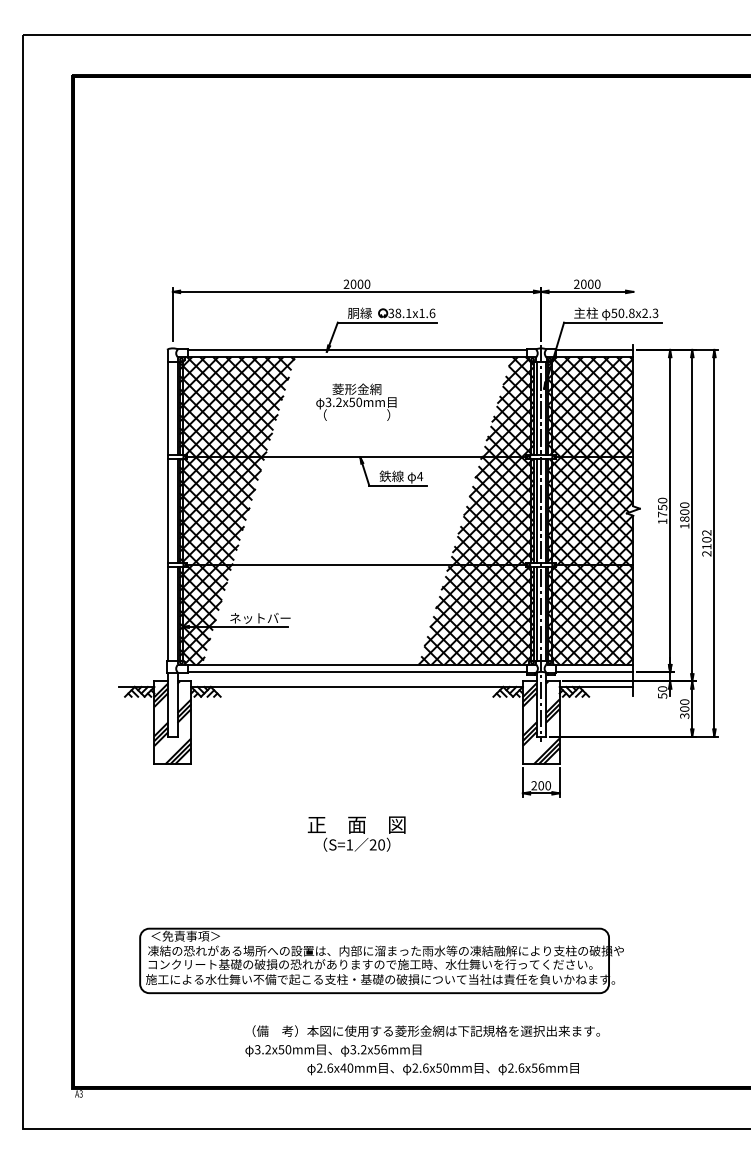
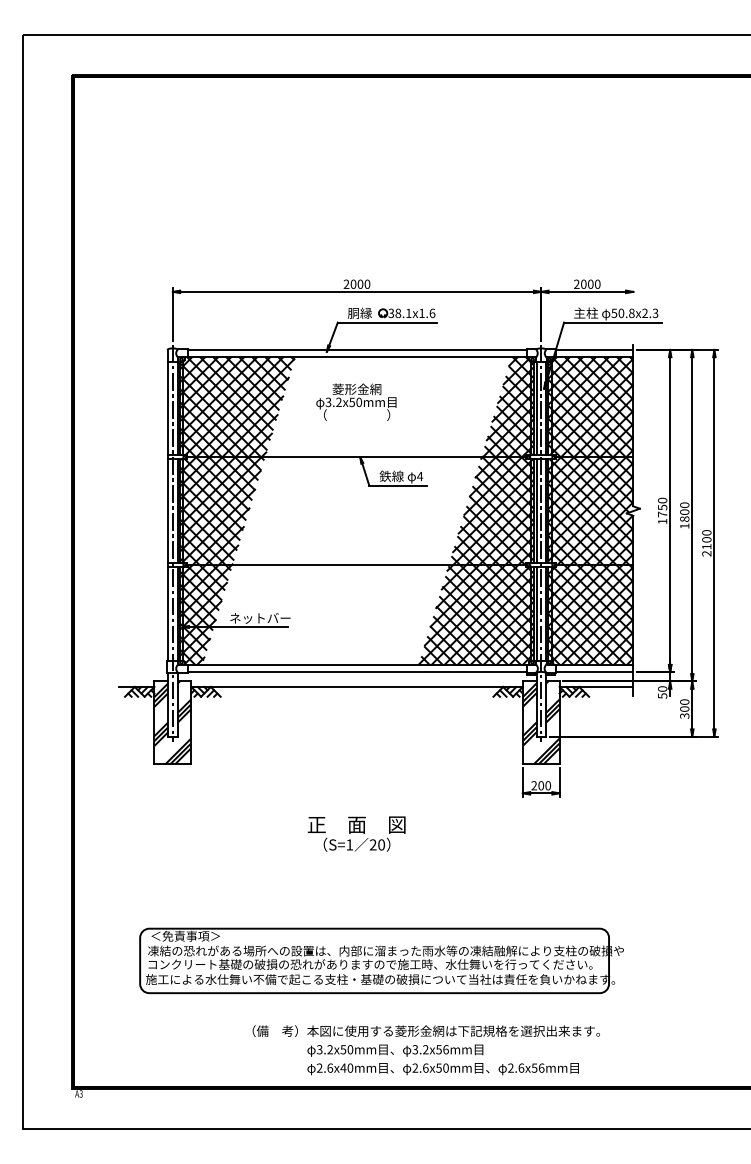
text at (706, 532): 2102 -> 2100
line at (172, 543): none -> present
text at (333, 1050) position: (333, 1050) -> (395, 1050)
